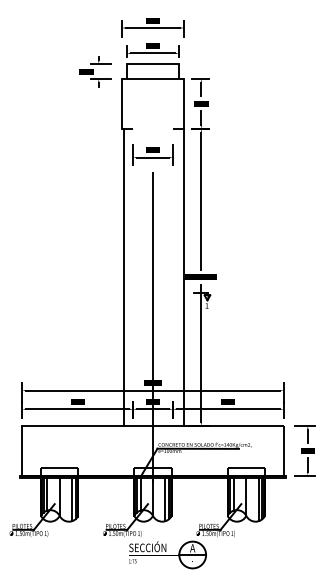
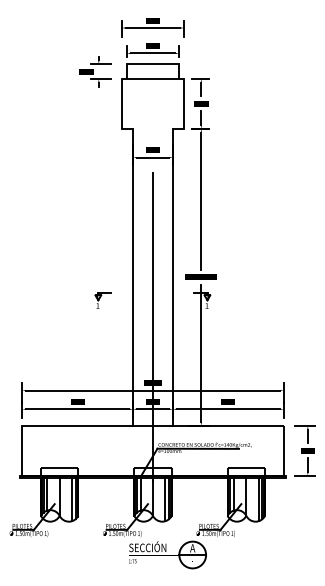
line at (124, 276) position: (124, 276) -> (133, 276)
line at (183, 276) position: (183, 276) -> (172, 276)
part at (102, 300): none -> present
